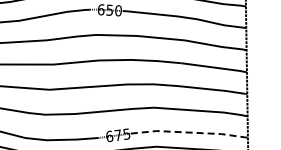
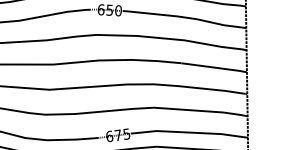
line at (189, 132): dashed -> solid
